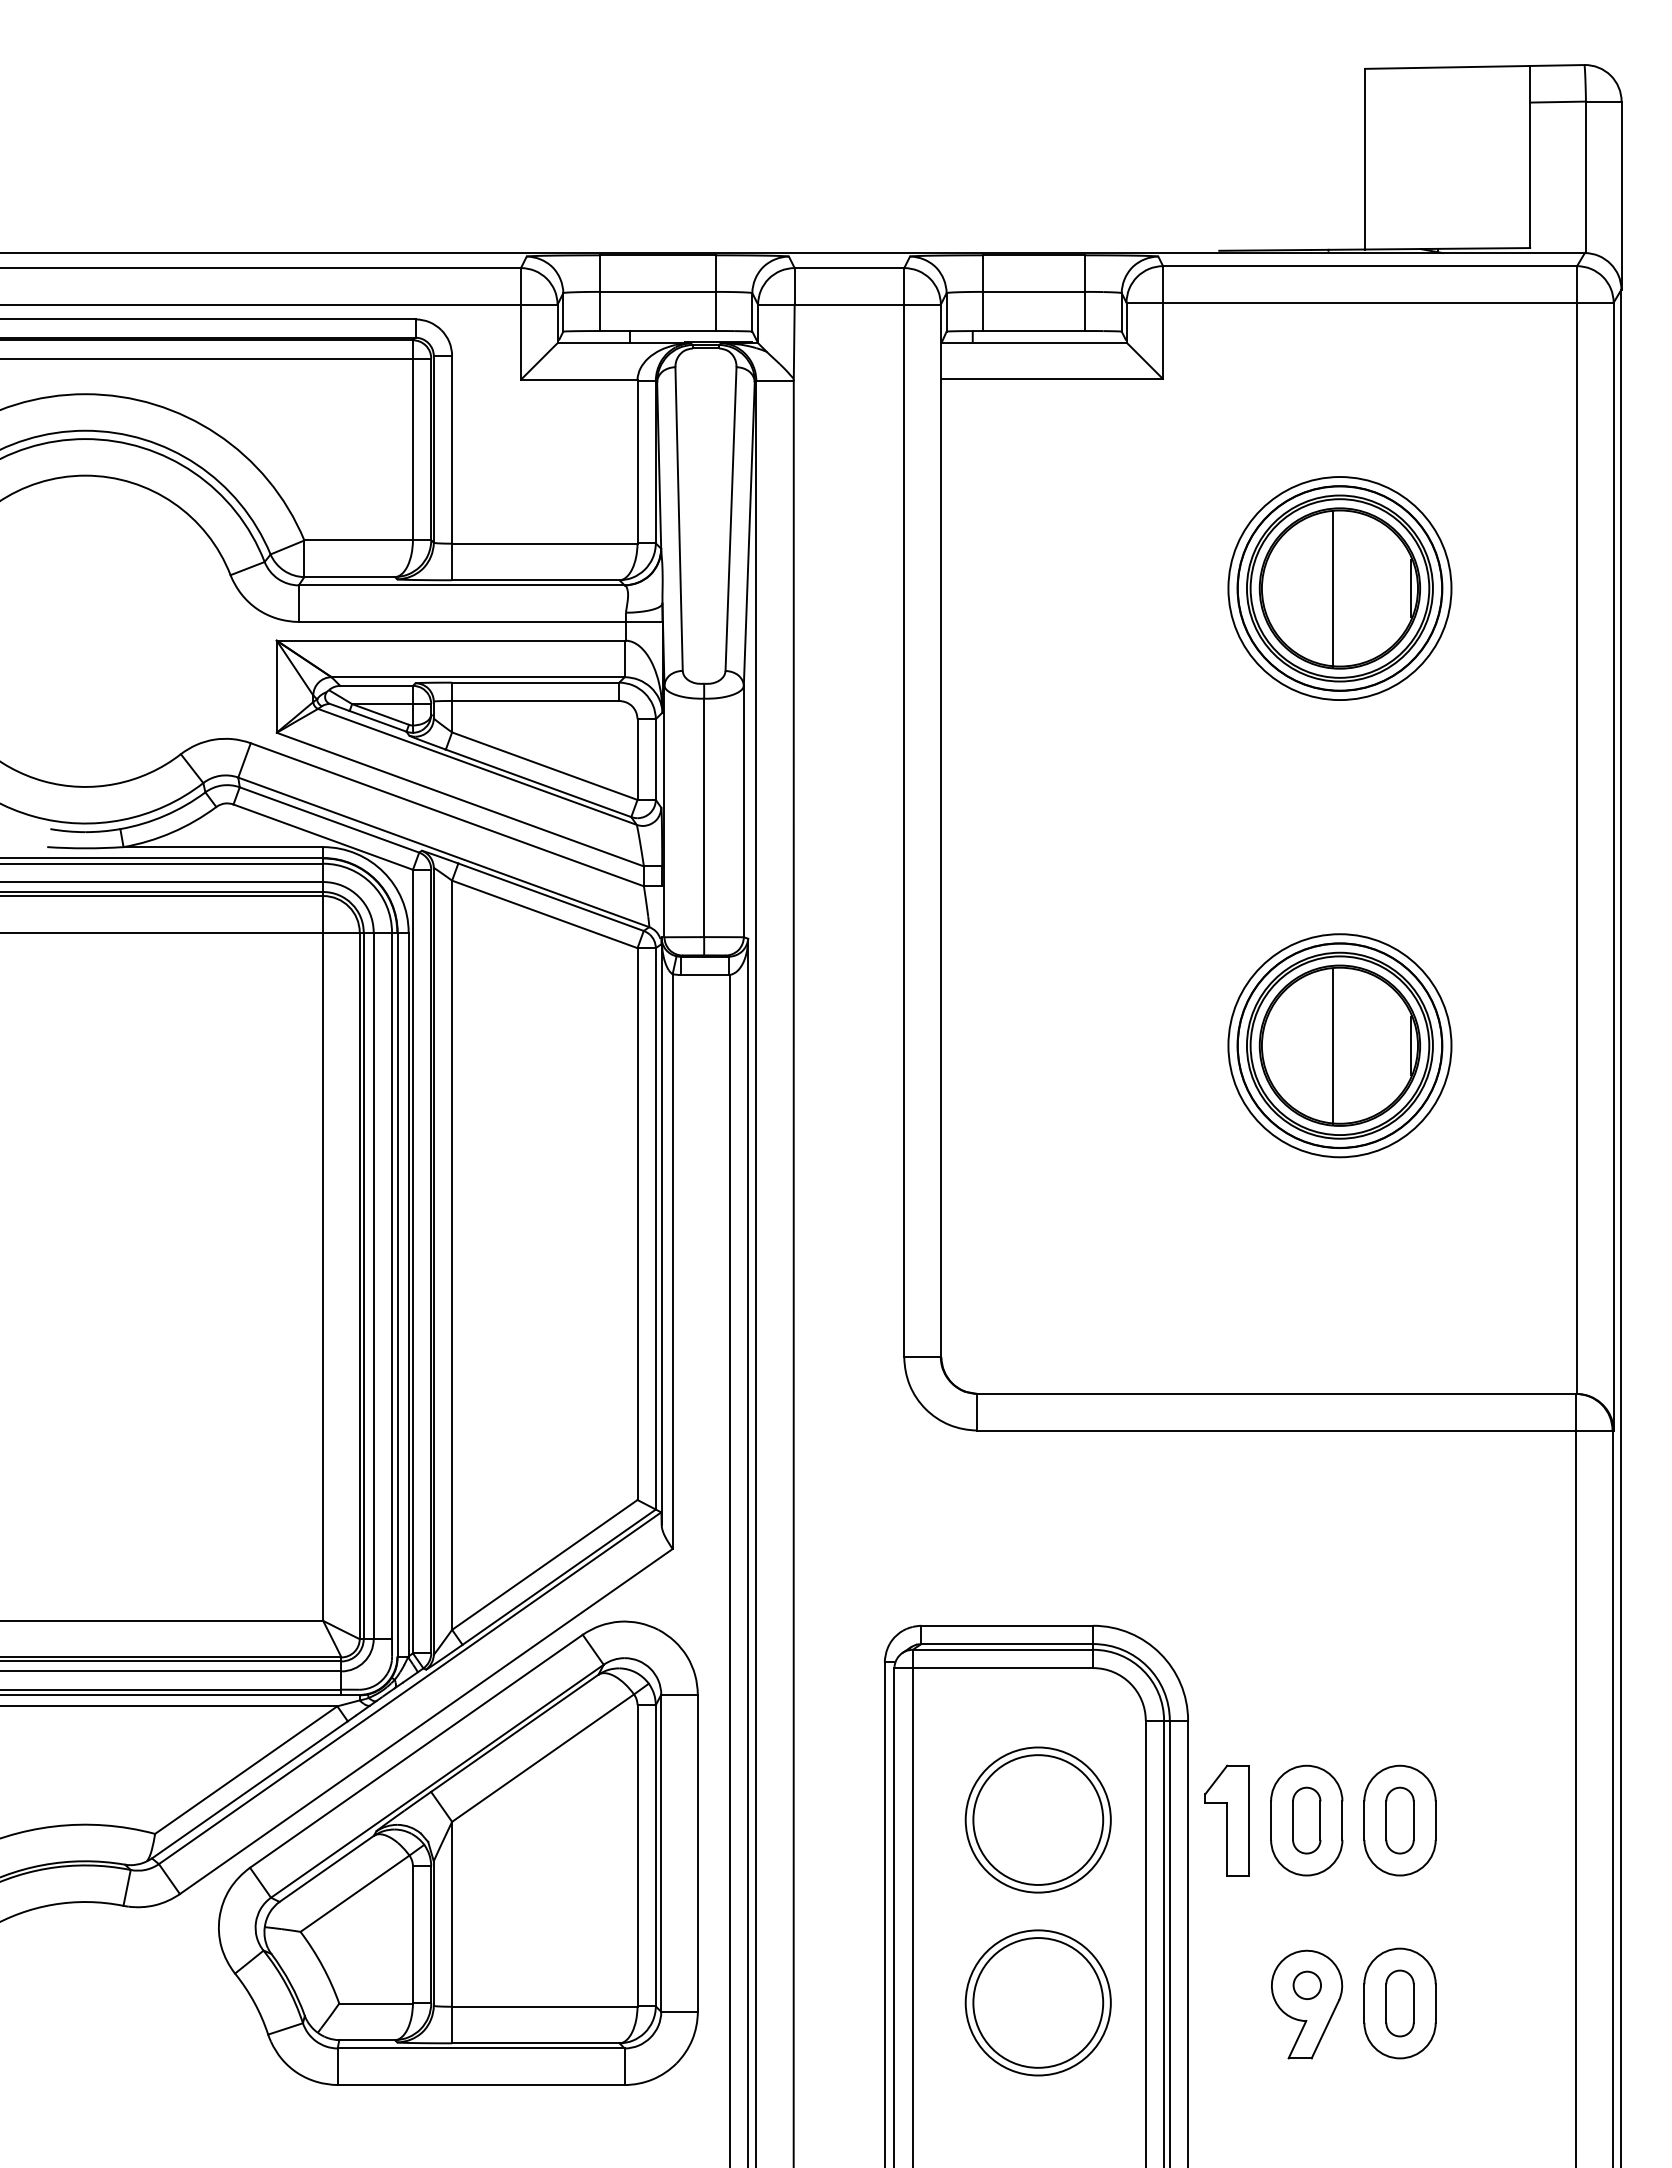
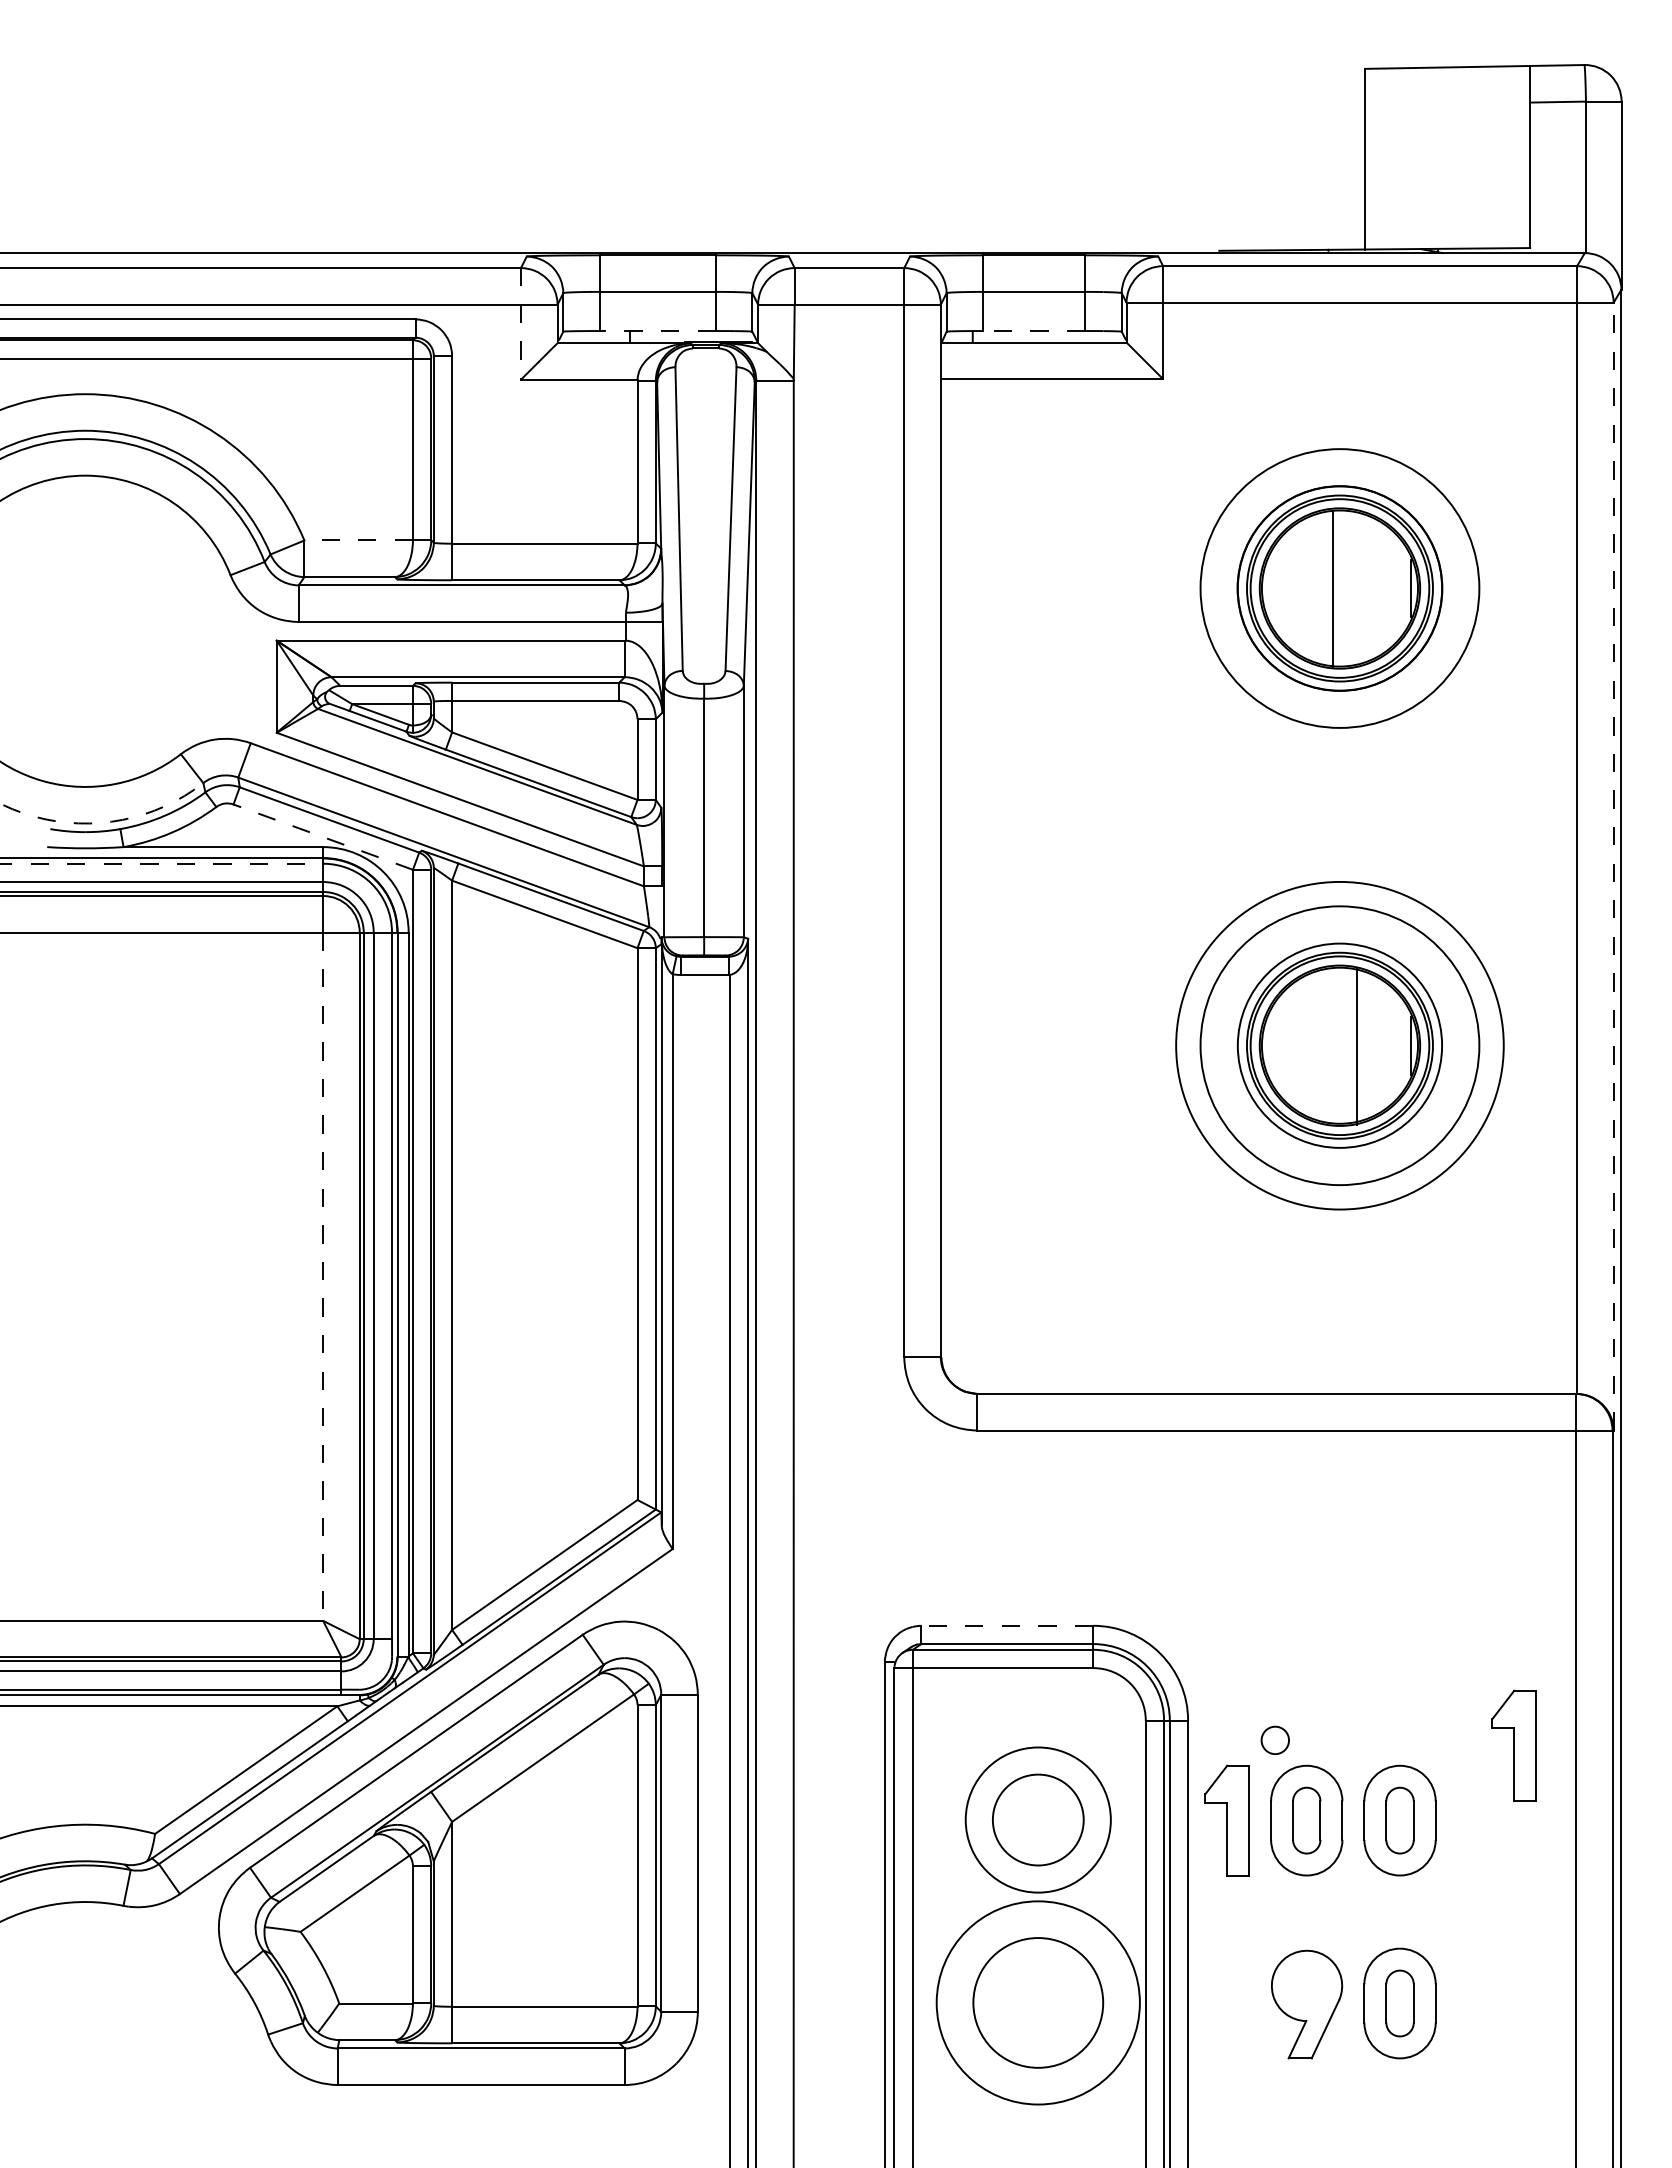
line at (520, 323): solid -> dashed
line at (657, 331): solid -> dashed
line at (1034, 331): solid -> dashed
line at (358, 540): solid -> dashed
circle at (1339, 588) diameter: 223 px -> 279 px
arc at (105, 822): solid -> dashed
line at (322, 836): solid -> dashed
line at (162, 863): solid -> dashed
line at (1613, 866): solid -> dashed
circle at (1339, 1045) diameter: 205 px -> 328 px
circle at (1339, 1045) diameter: 223 px -> 279 px
line at (1332, 1046) position: (1332, 1046) -> (1356, 1046)
line at (323, 1277): solid -> dashed
line at (1007, 1625): solid -> dashed
part at (1513, 1745): none -> present
circle at (1038, 1819) diameter: 130 px -> 91 px
circle at (1306, 1984) position: (1306, 1984) -> (1274, 1739)
circle at (1037, 2002) diameter: 145 px -> 203 px
